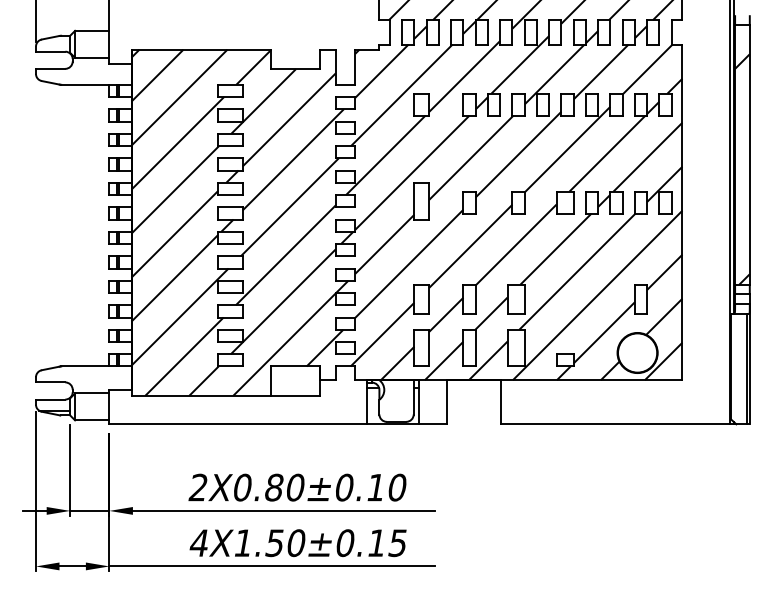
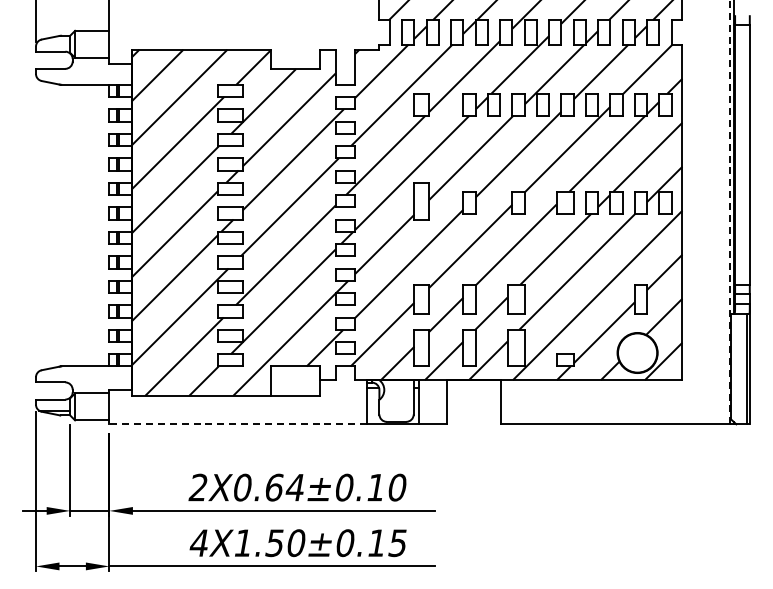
hatch at (742, 169): present -> none
line at (729, 212): solid -> dashed
line at (238, 424): solid -> dashed
text at (284, 487): 2X0.80±0.10 -> 2X0.64±0.10
